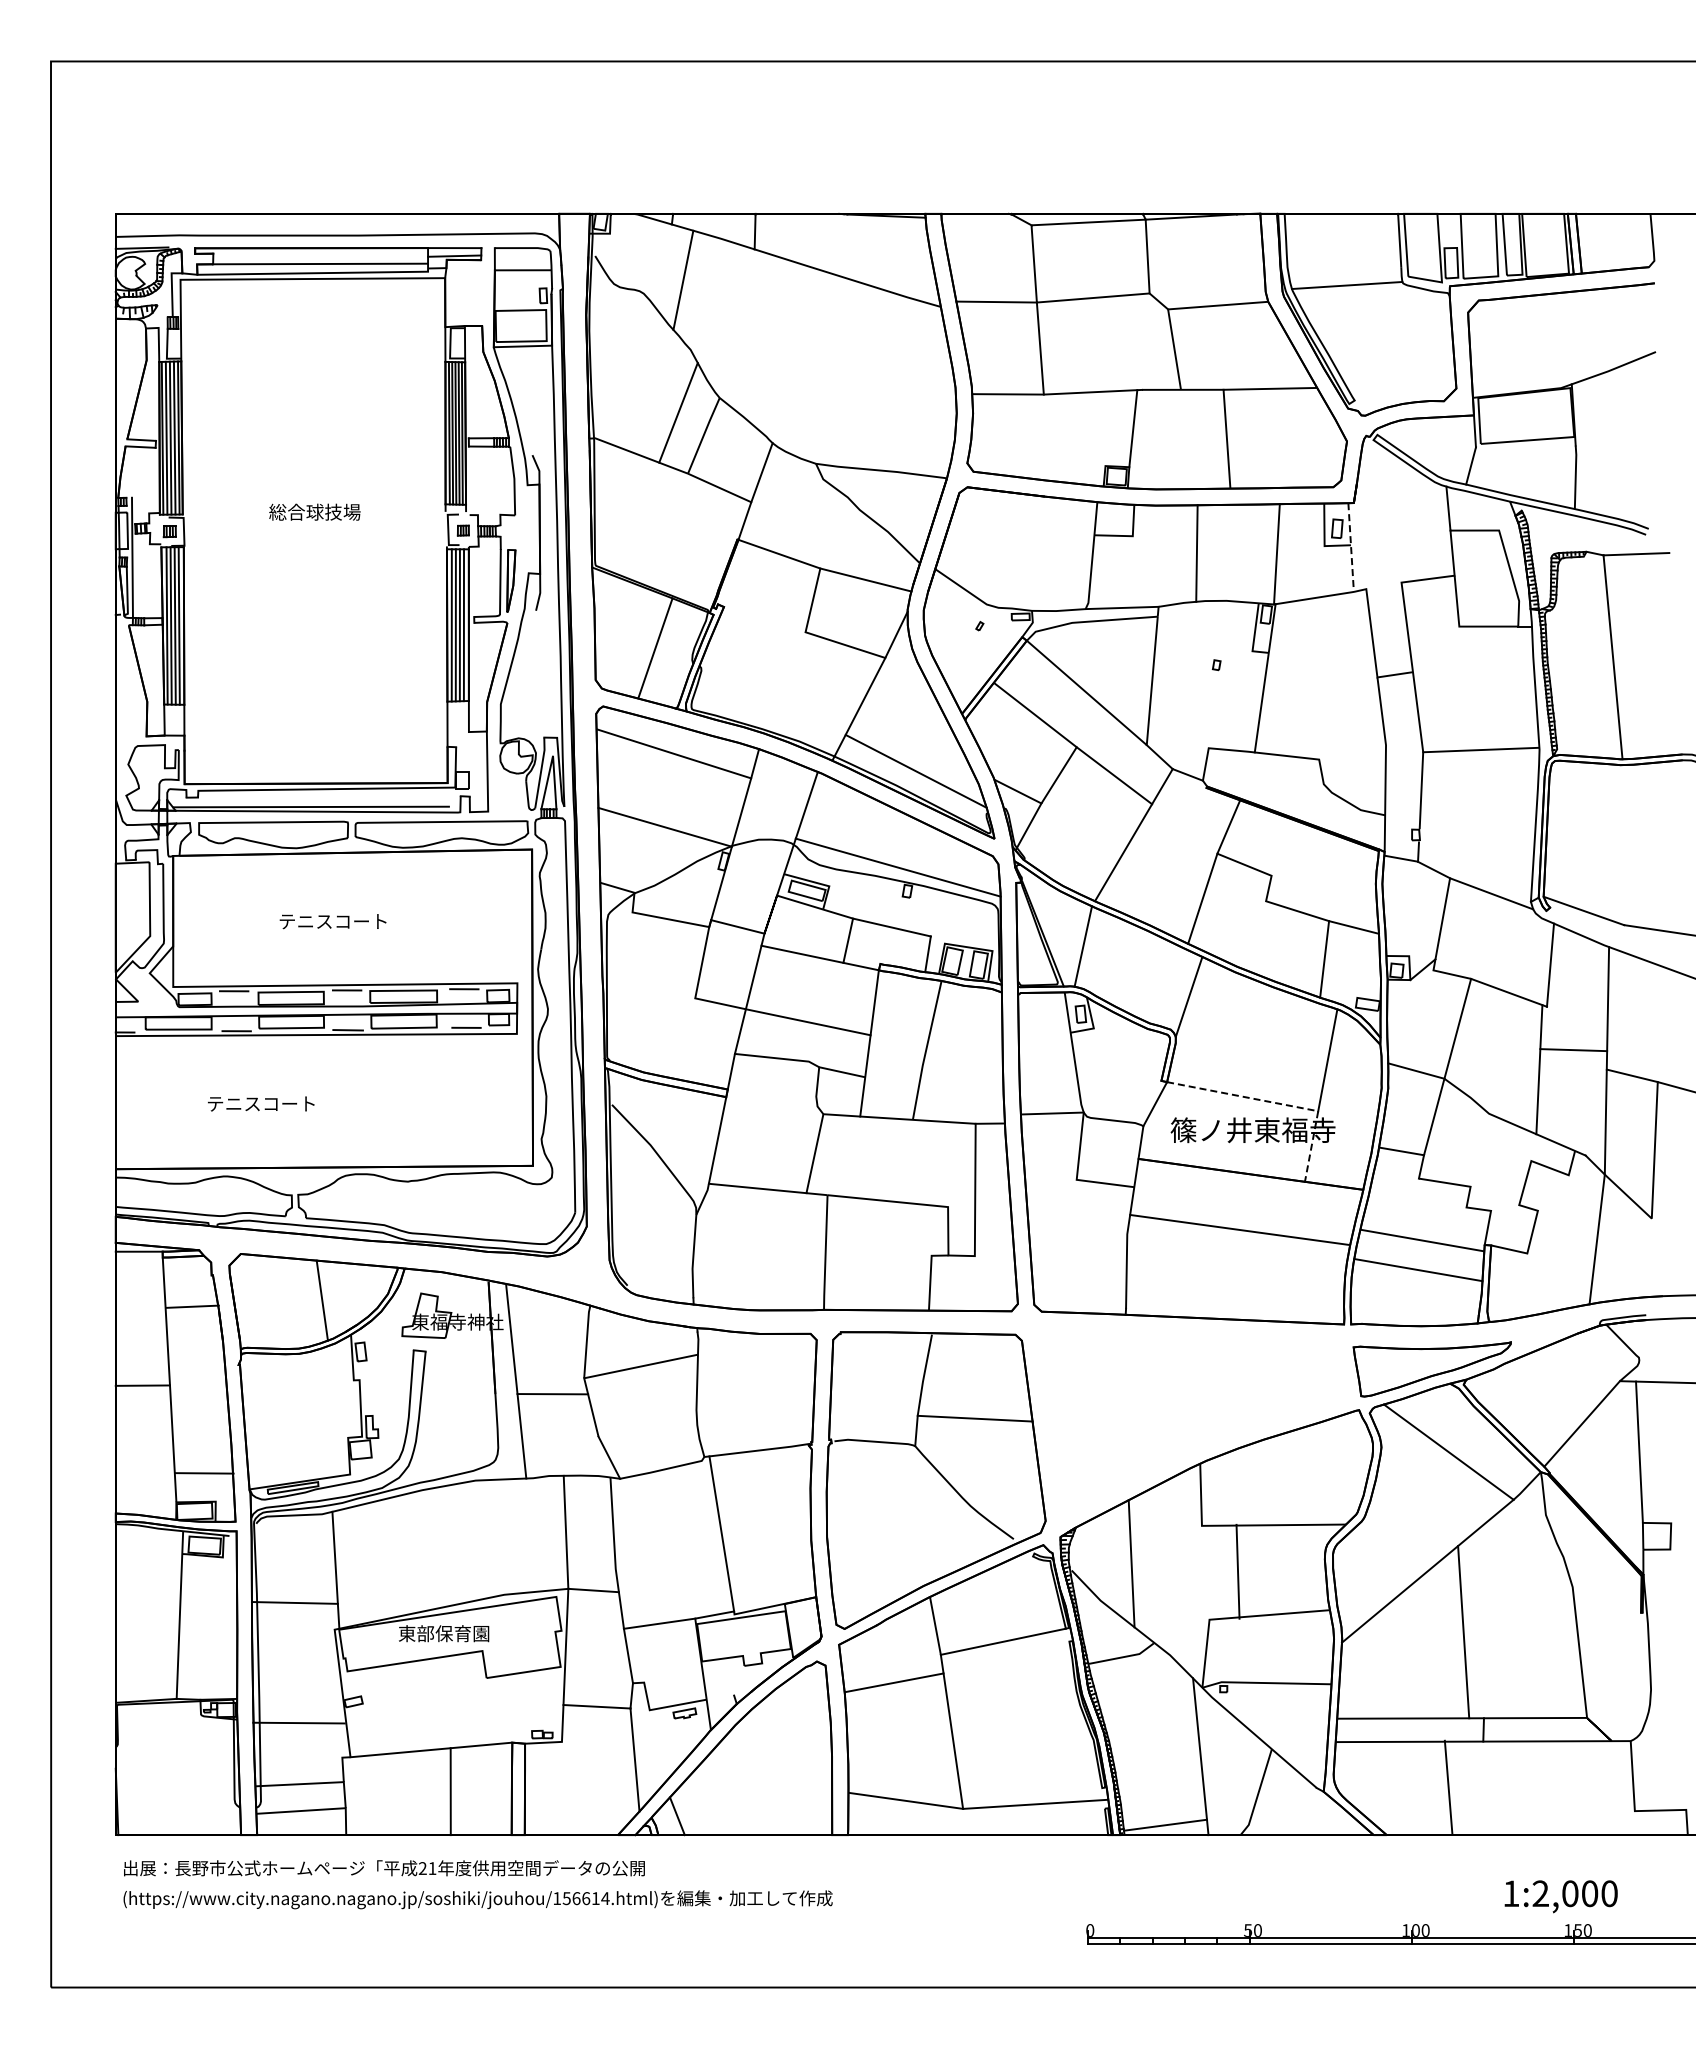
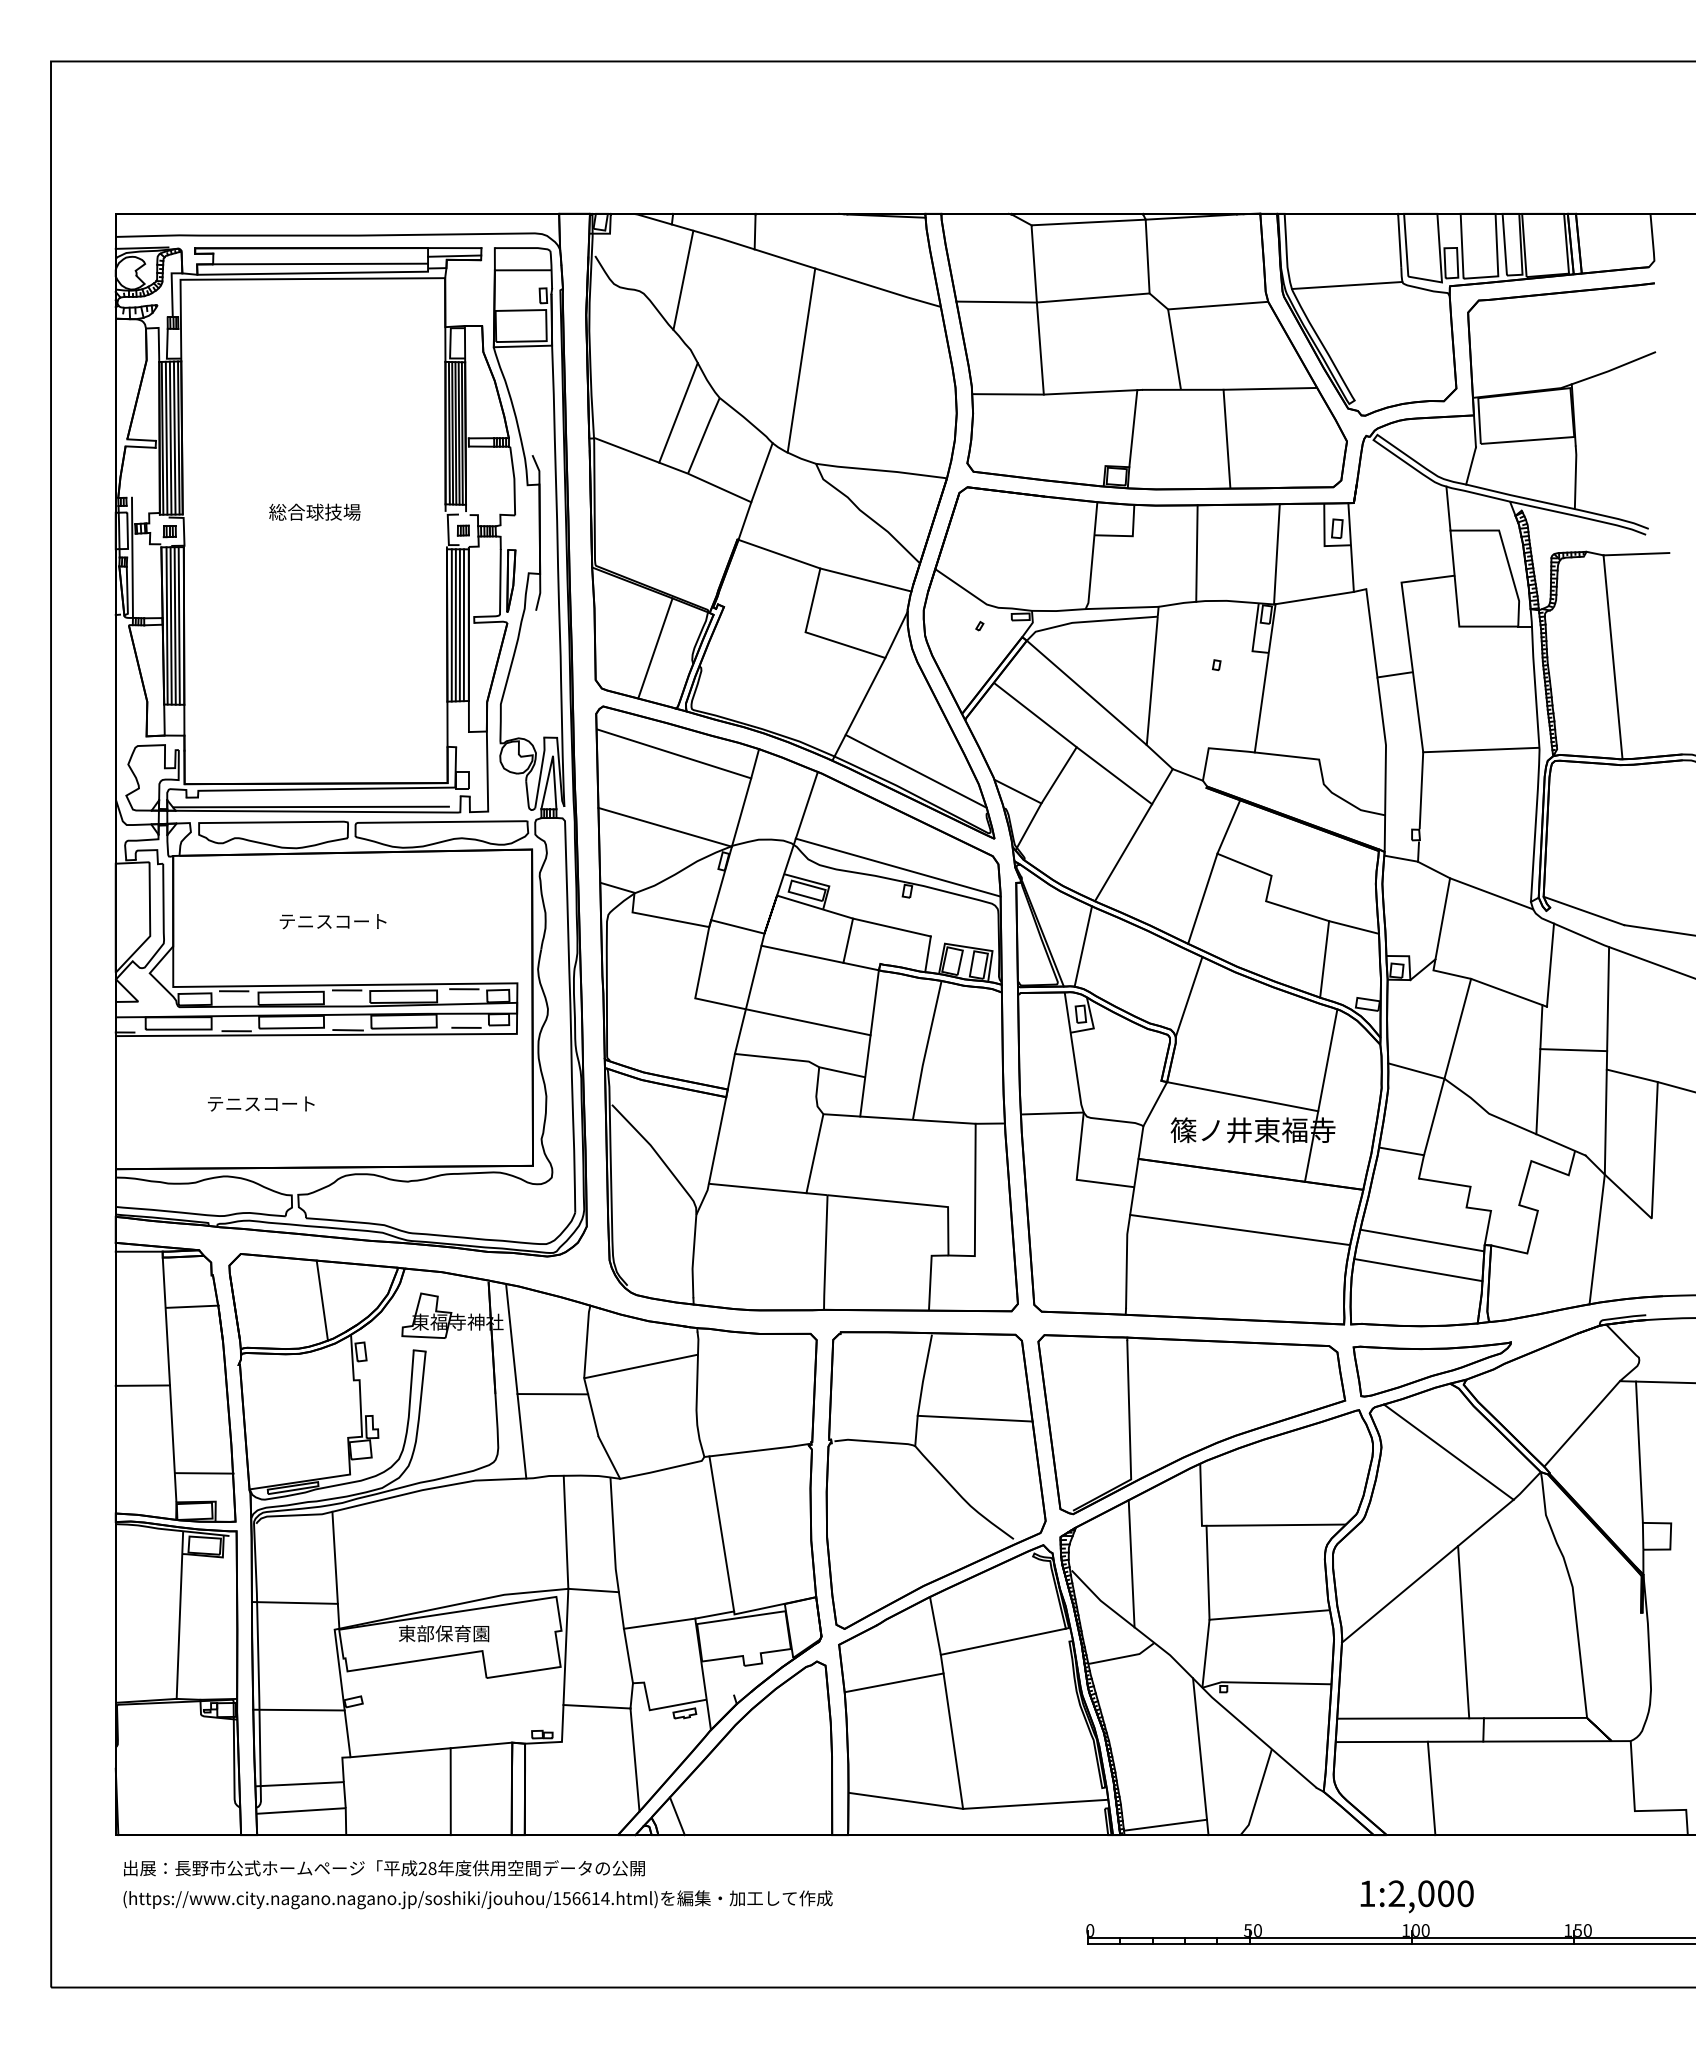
line at (801, 360): none -> present
line at (1351, 548): dashed -> solid
line at (1278, 1103): dashed -> solid
part at (1191, 1424): none -> present
line at (1237, 1571) position: (1237, 1571) -> (1207, 1572)
line at (298, 1722) position: (298, 1722) -> (298, 1709)
line at (1448, 1787) position: (1448, 1787) -> (1431, 1788)
text at (432, 1868): 21 -> 28
text at (1560, 1896) position: (1560, 1896) -> (1416, 1896)
